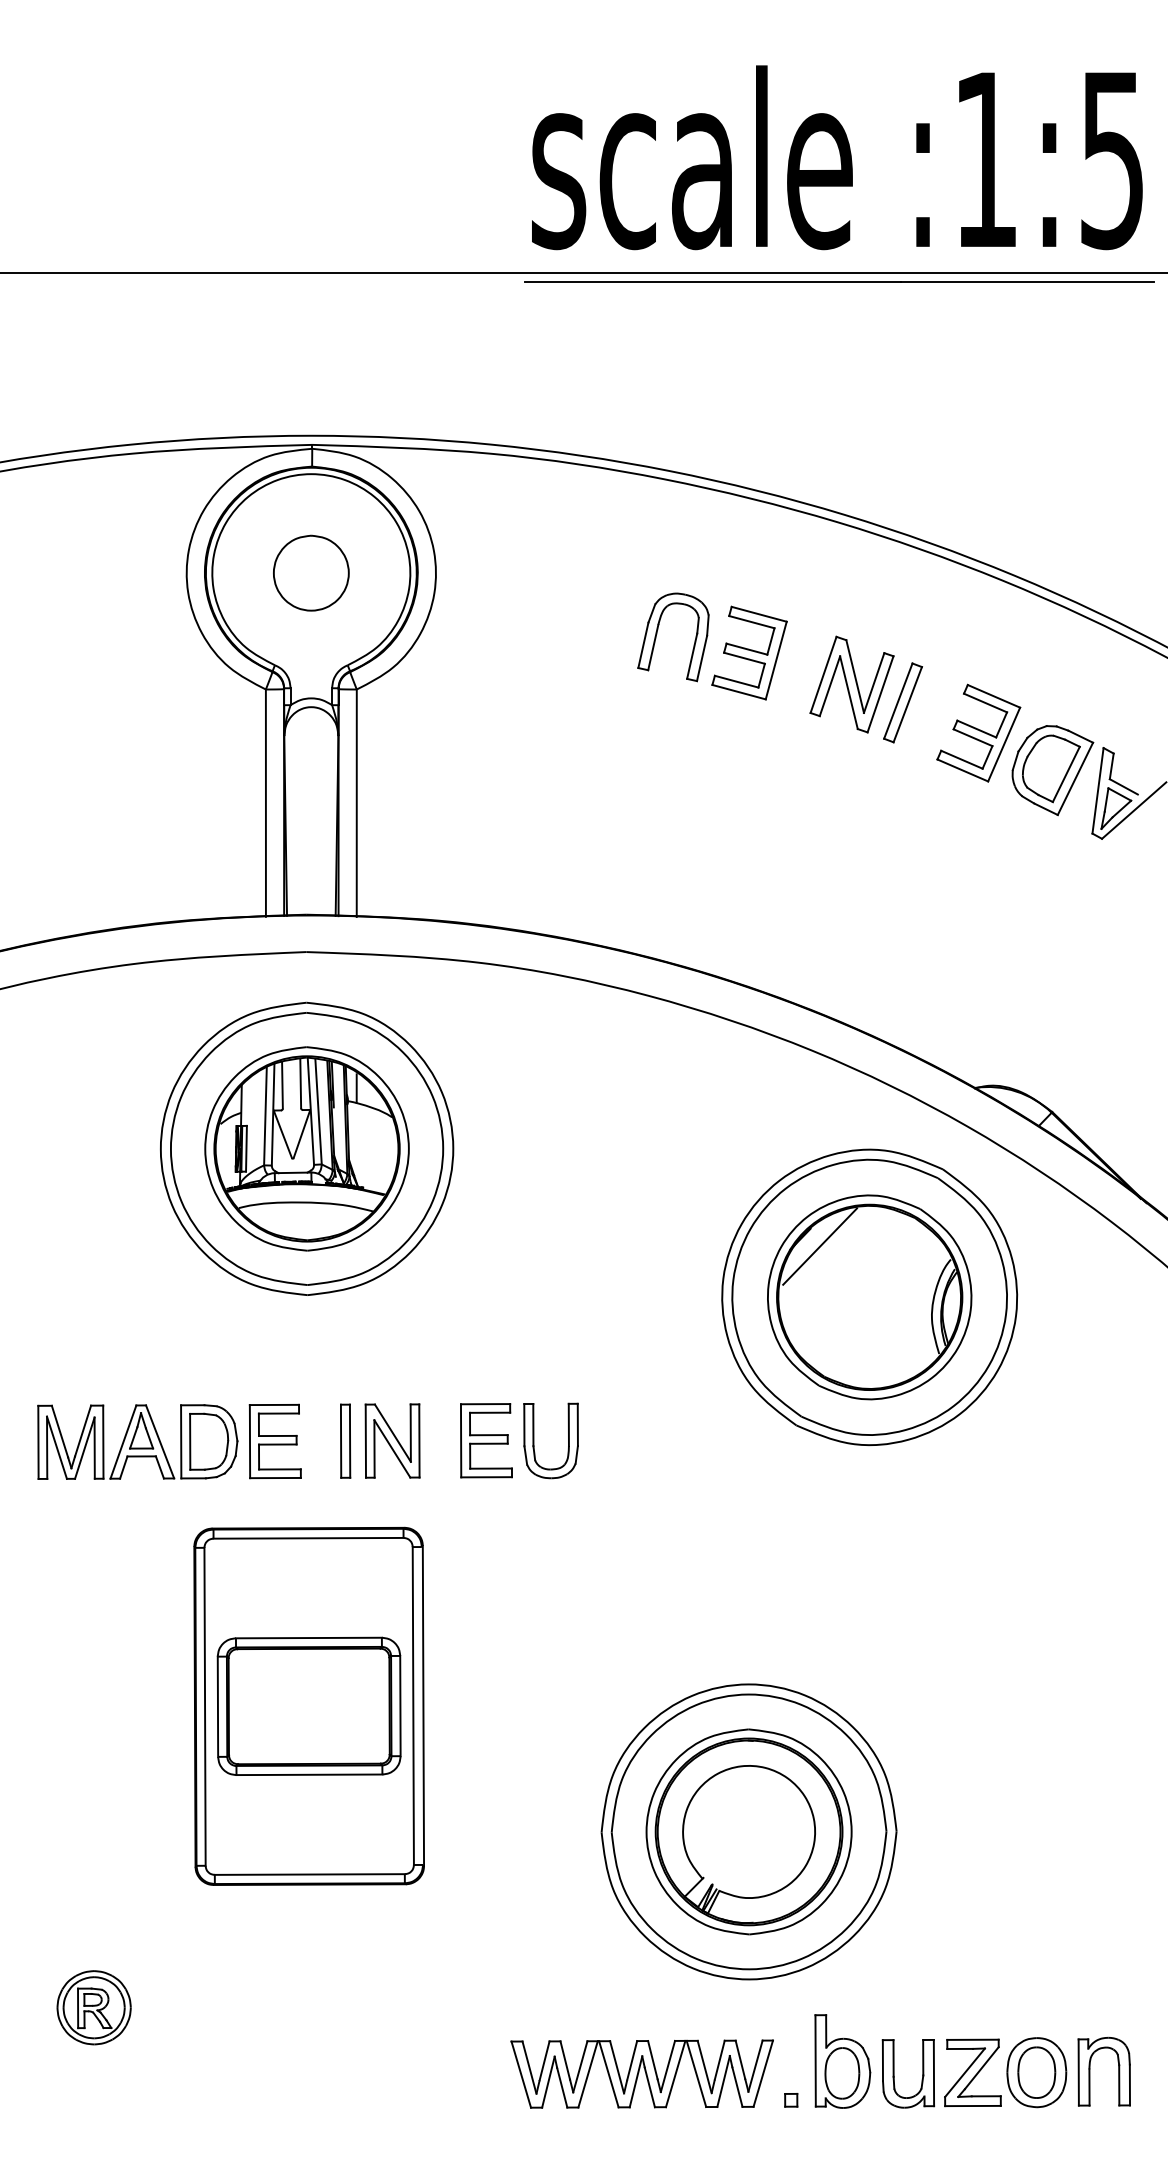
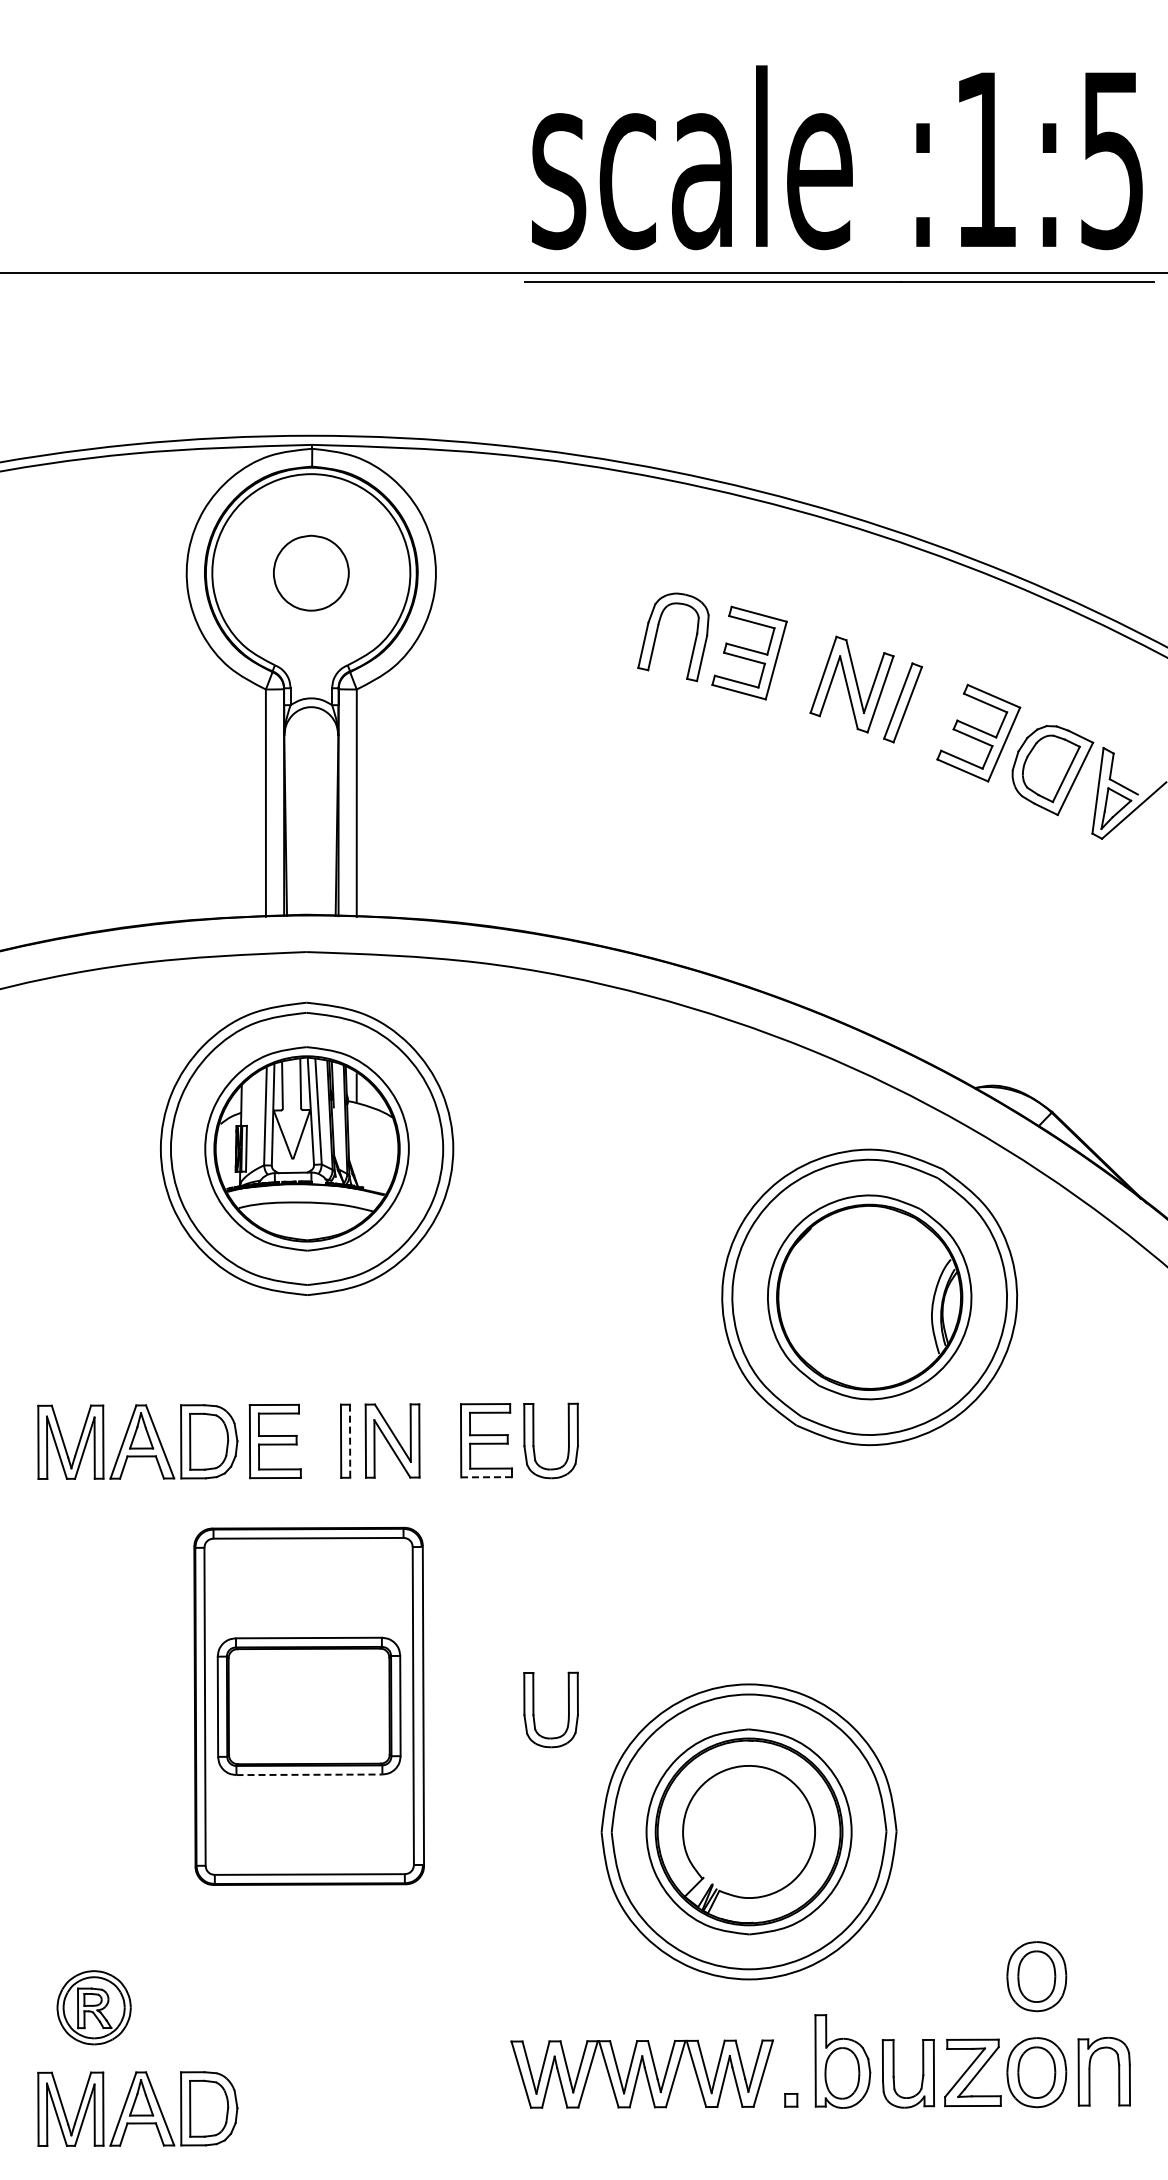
line at (820, 1246): present -> none
line at (350, 1441): solid -> dashed
line at (486, 1477): solid -> dashed
part at (534, 1709): none -> present
line at (309, 1774): solid -> dashed
part at (1036, 1976): none -> present
part at (137, 2108): none -> present
